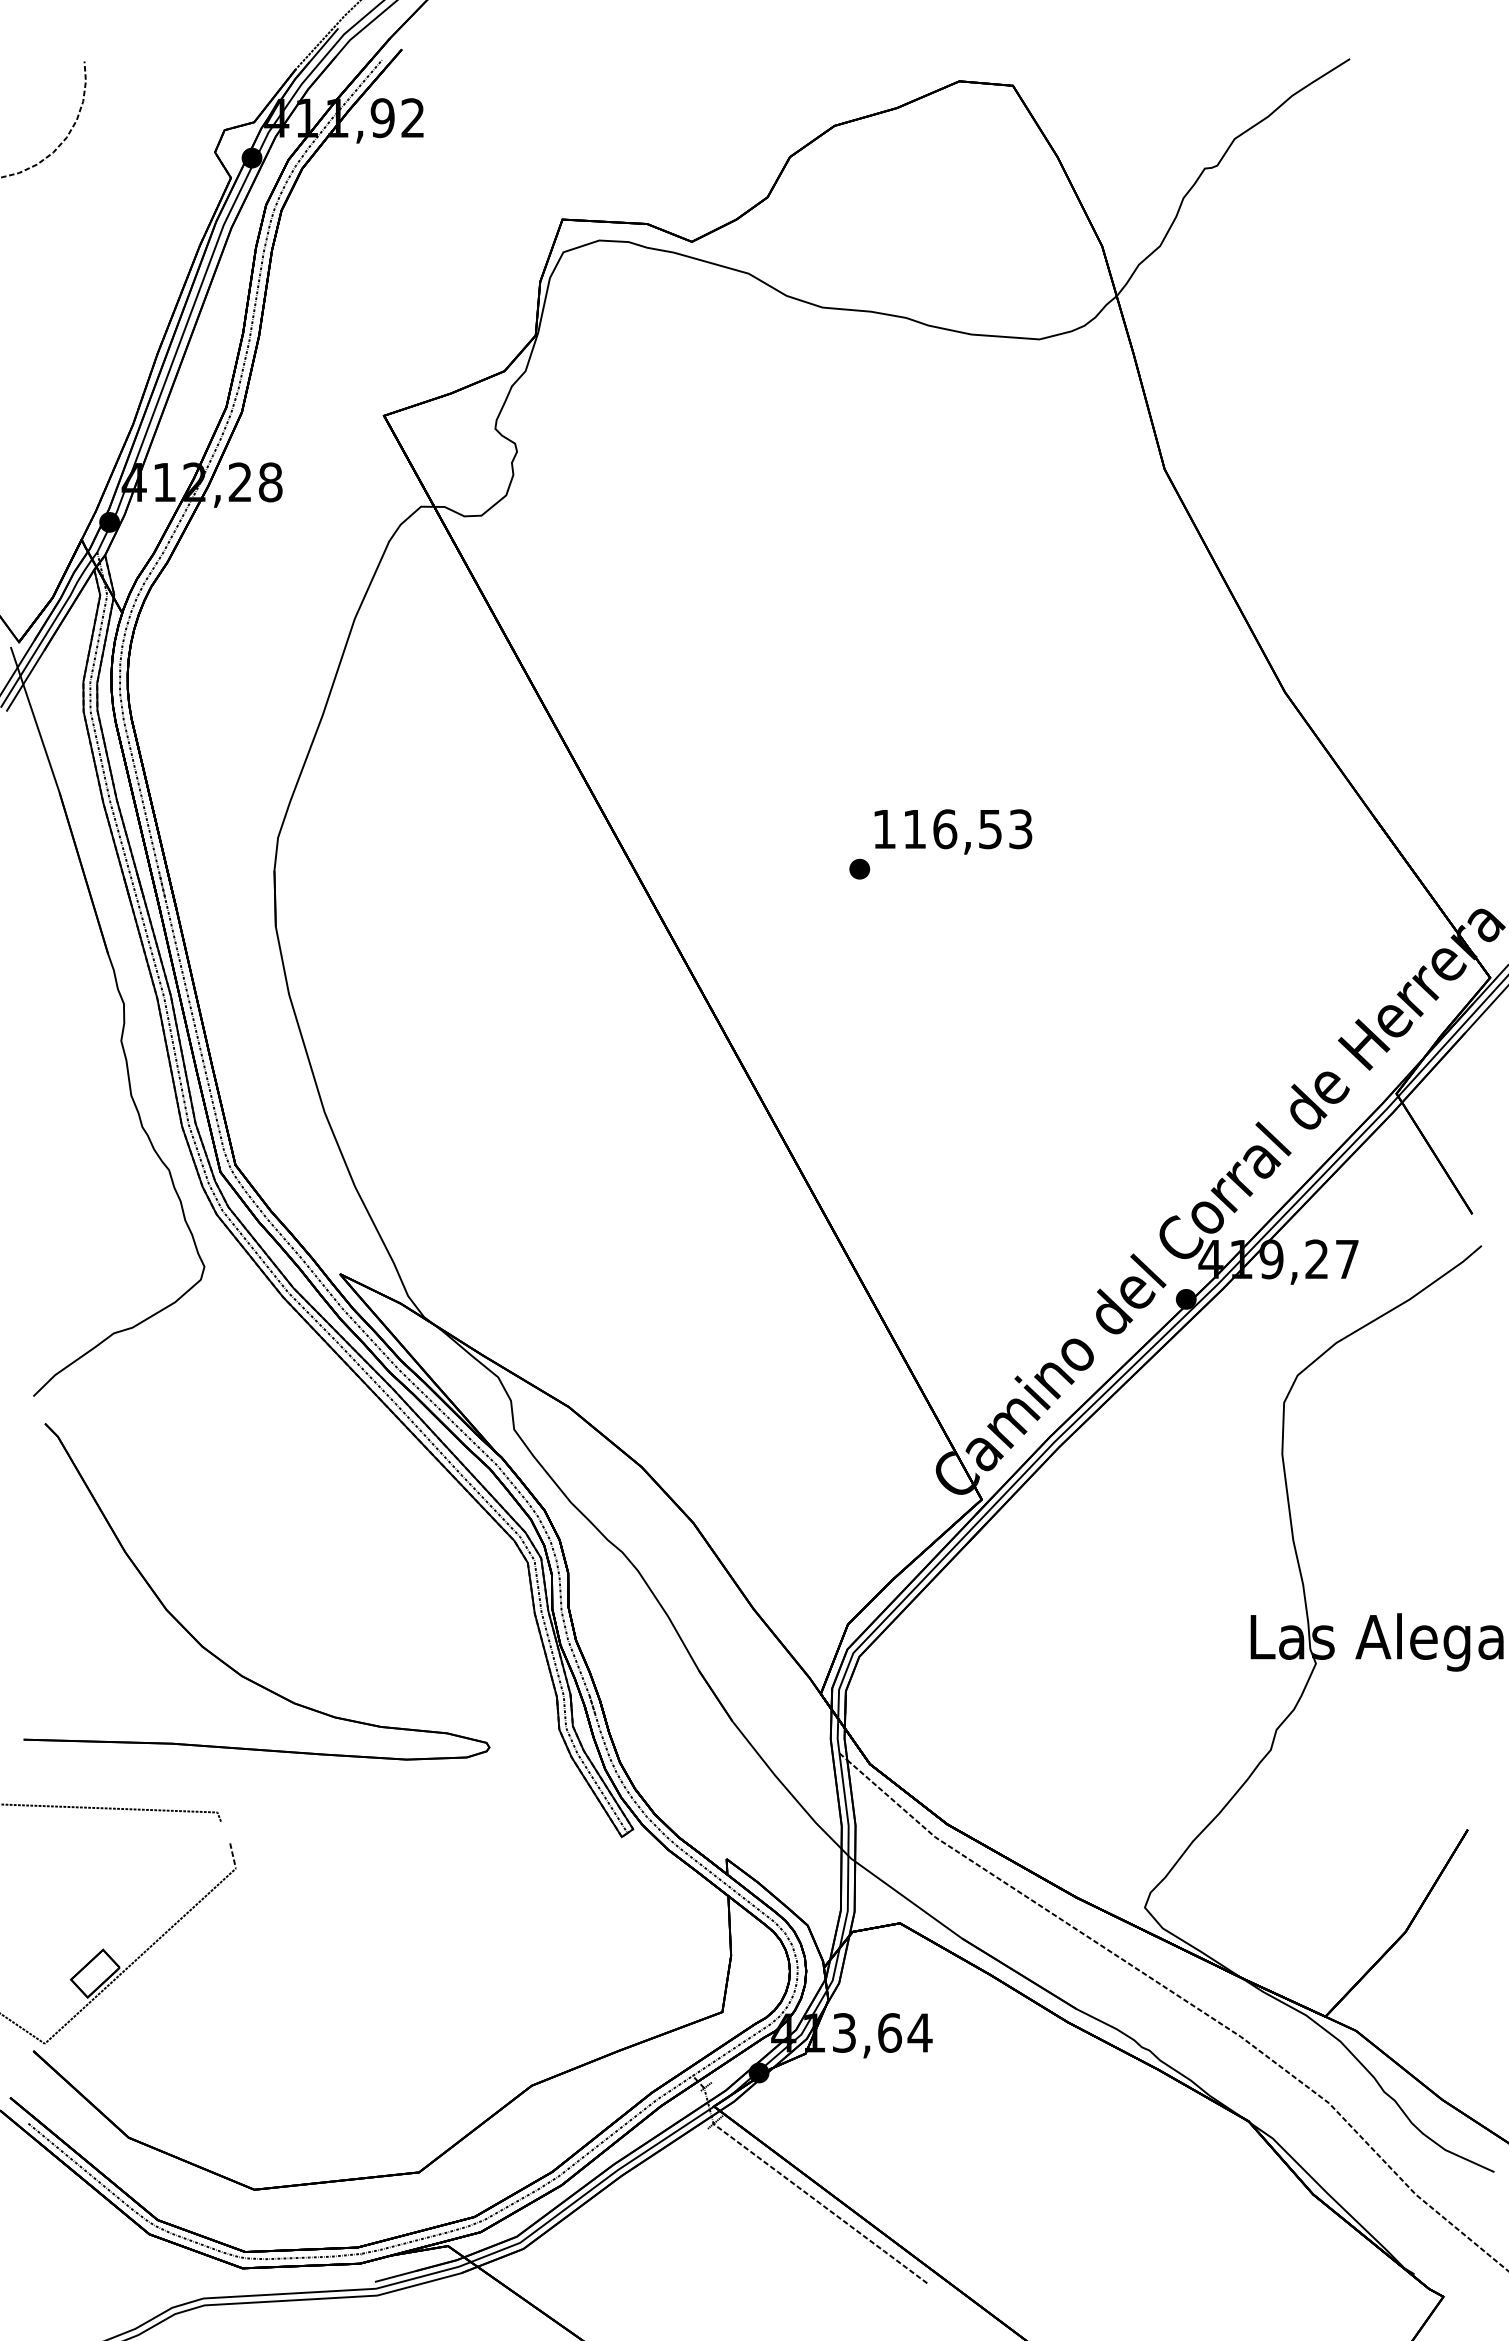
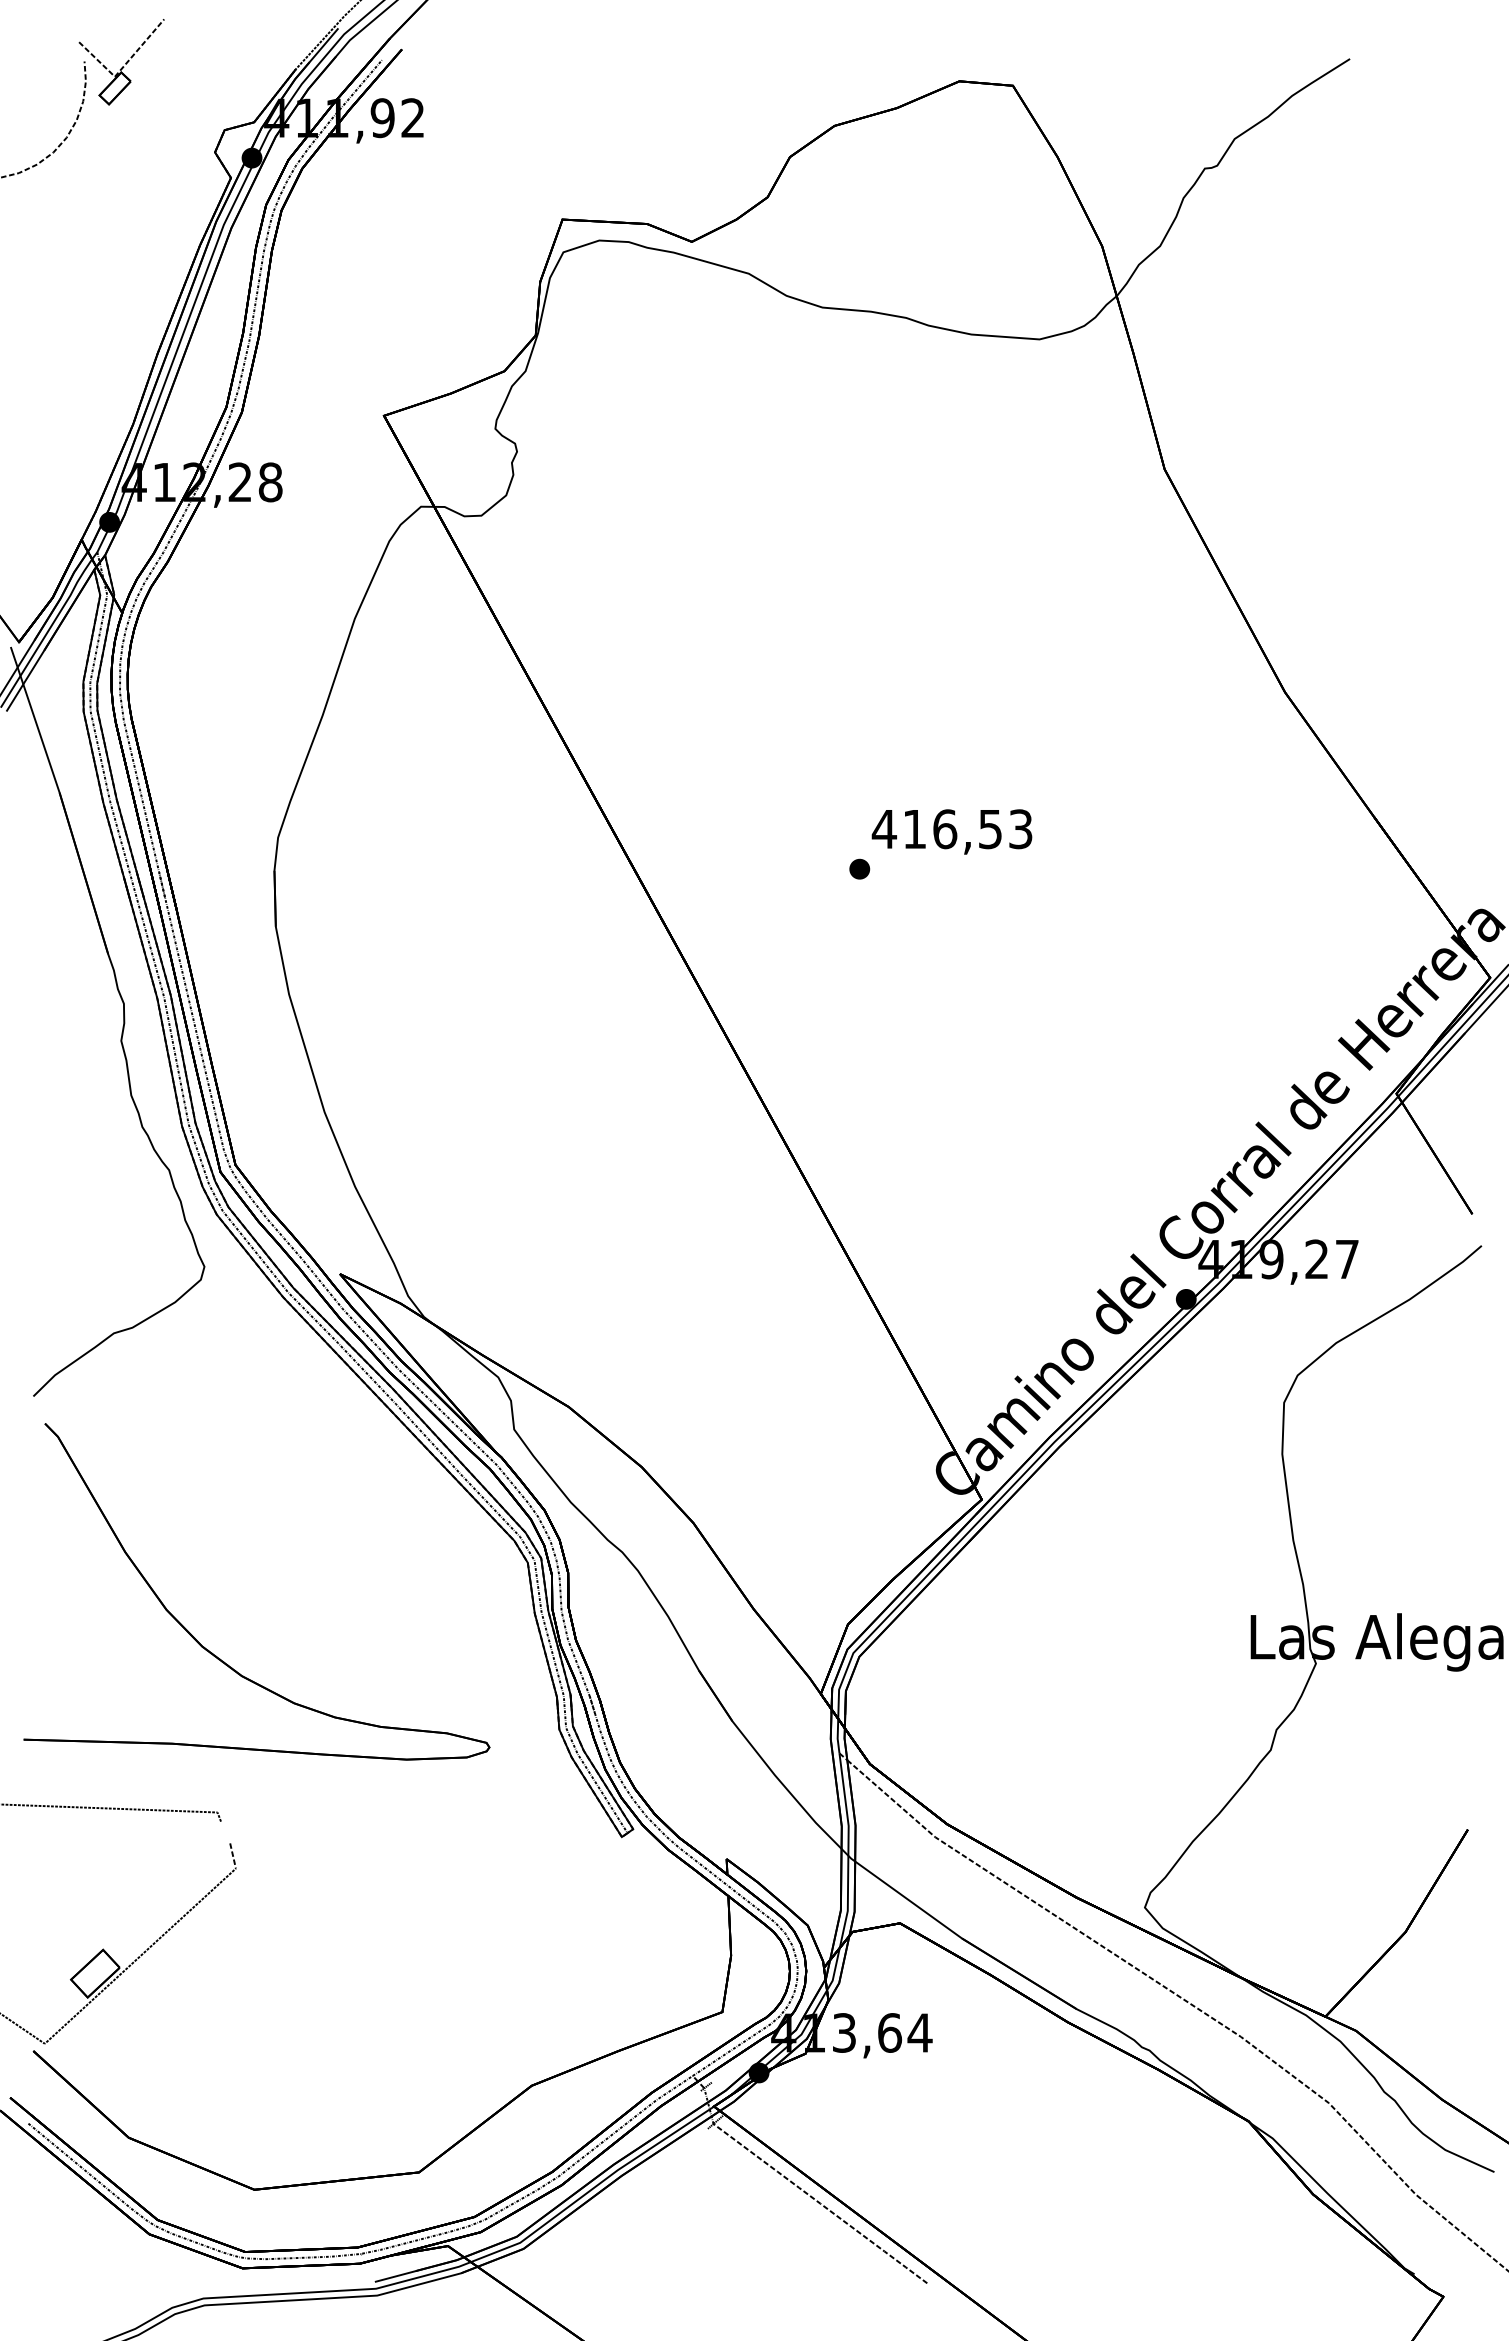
part at (121, 62): none -> present
text at (884, 829): 116,53 -> 416,53
